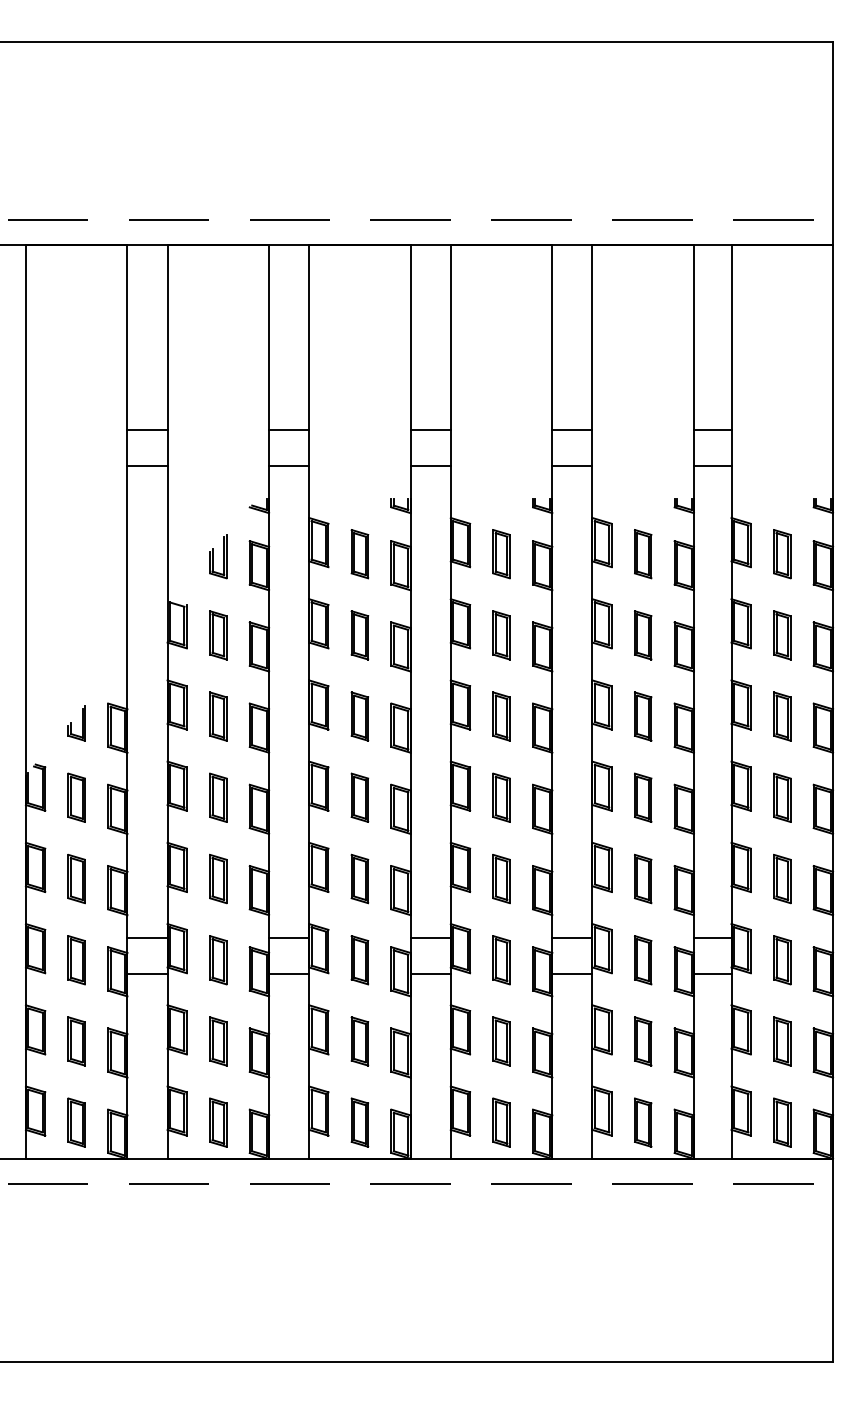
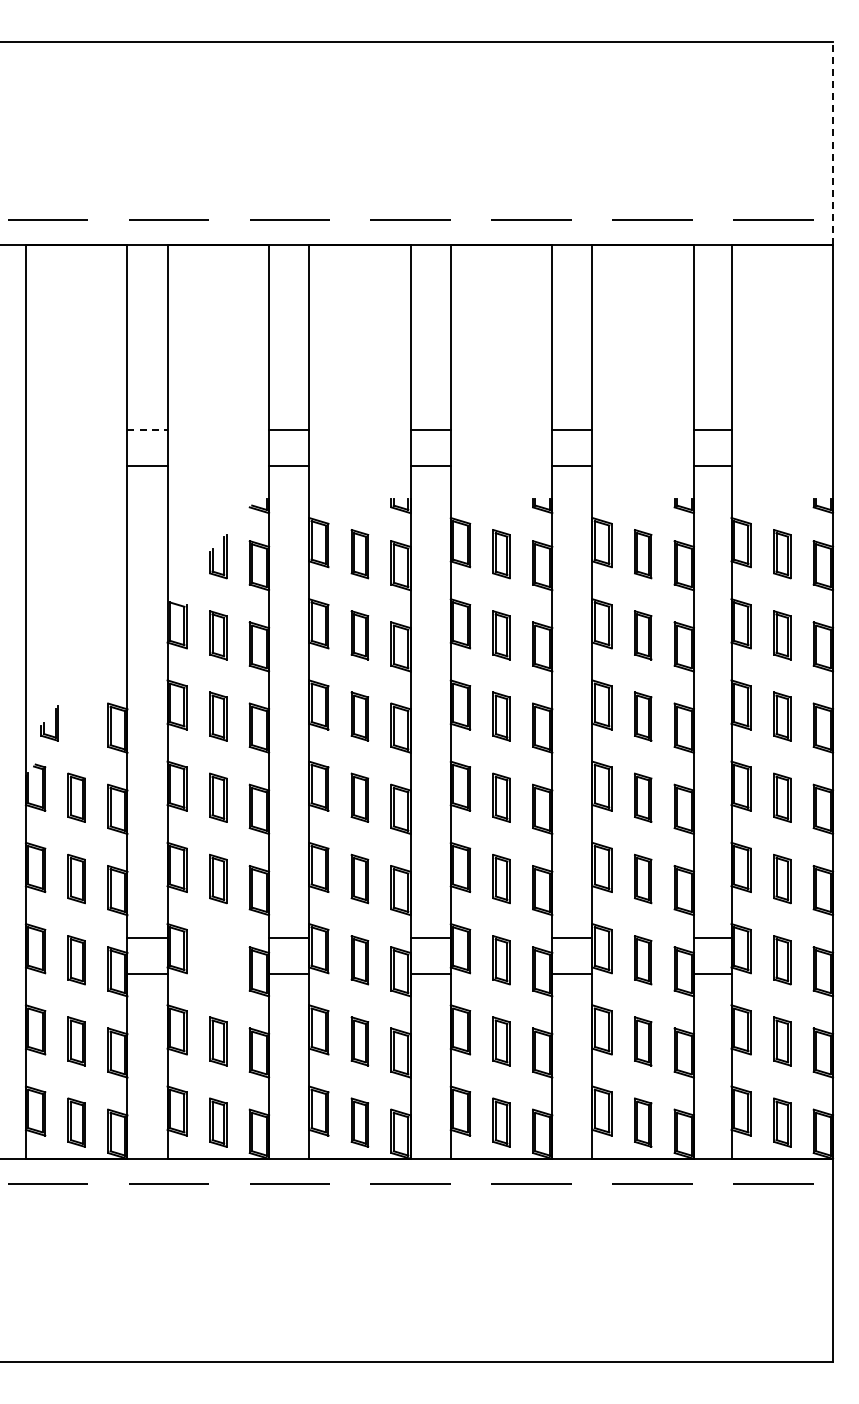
line at (833, 143): solid -> dashed
line at (148, 430): solid -> dashed
part at (76, 723) position: (76, 723) -> (49, 723)
part at (218, 960): present -> none
